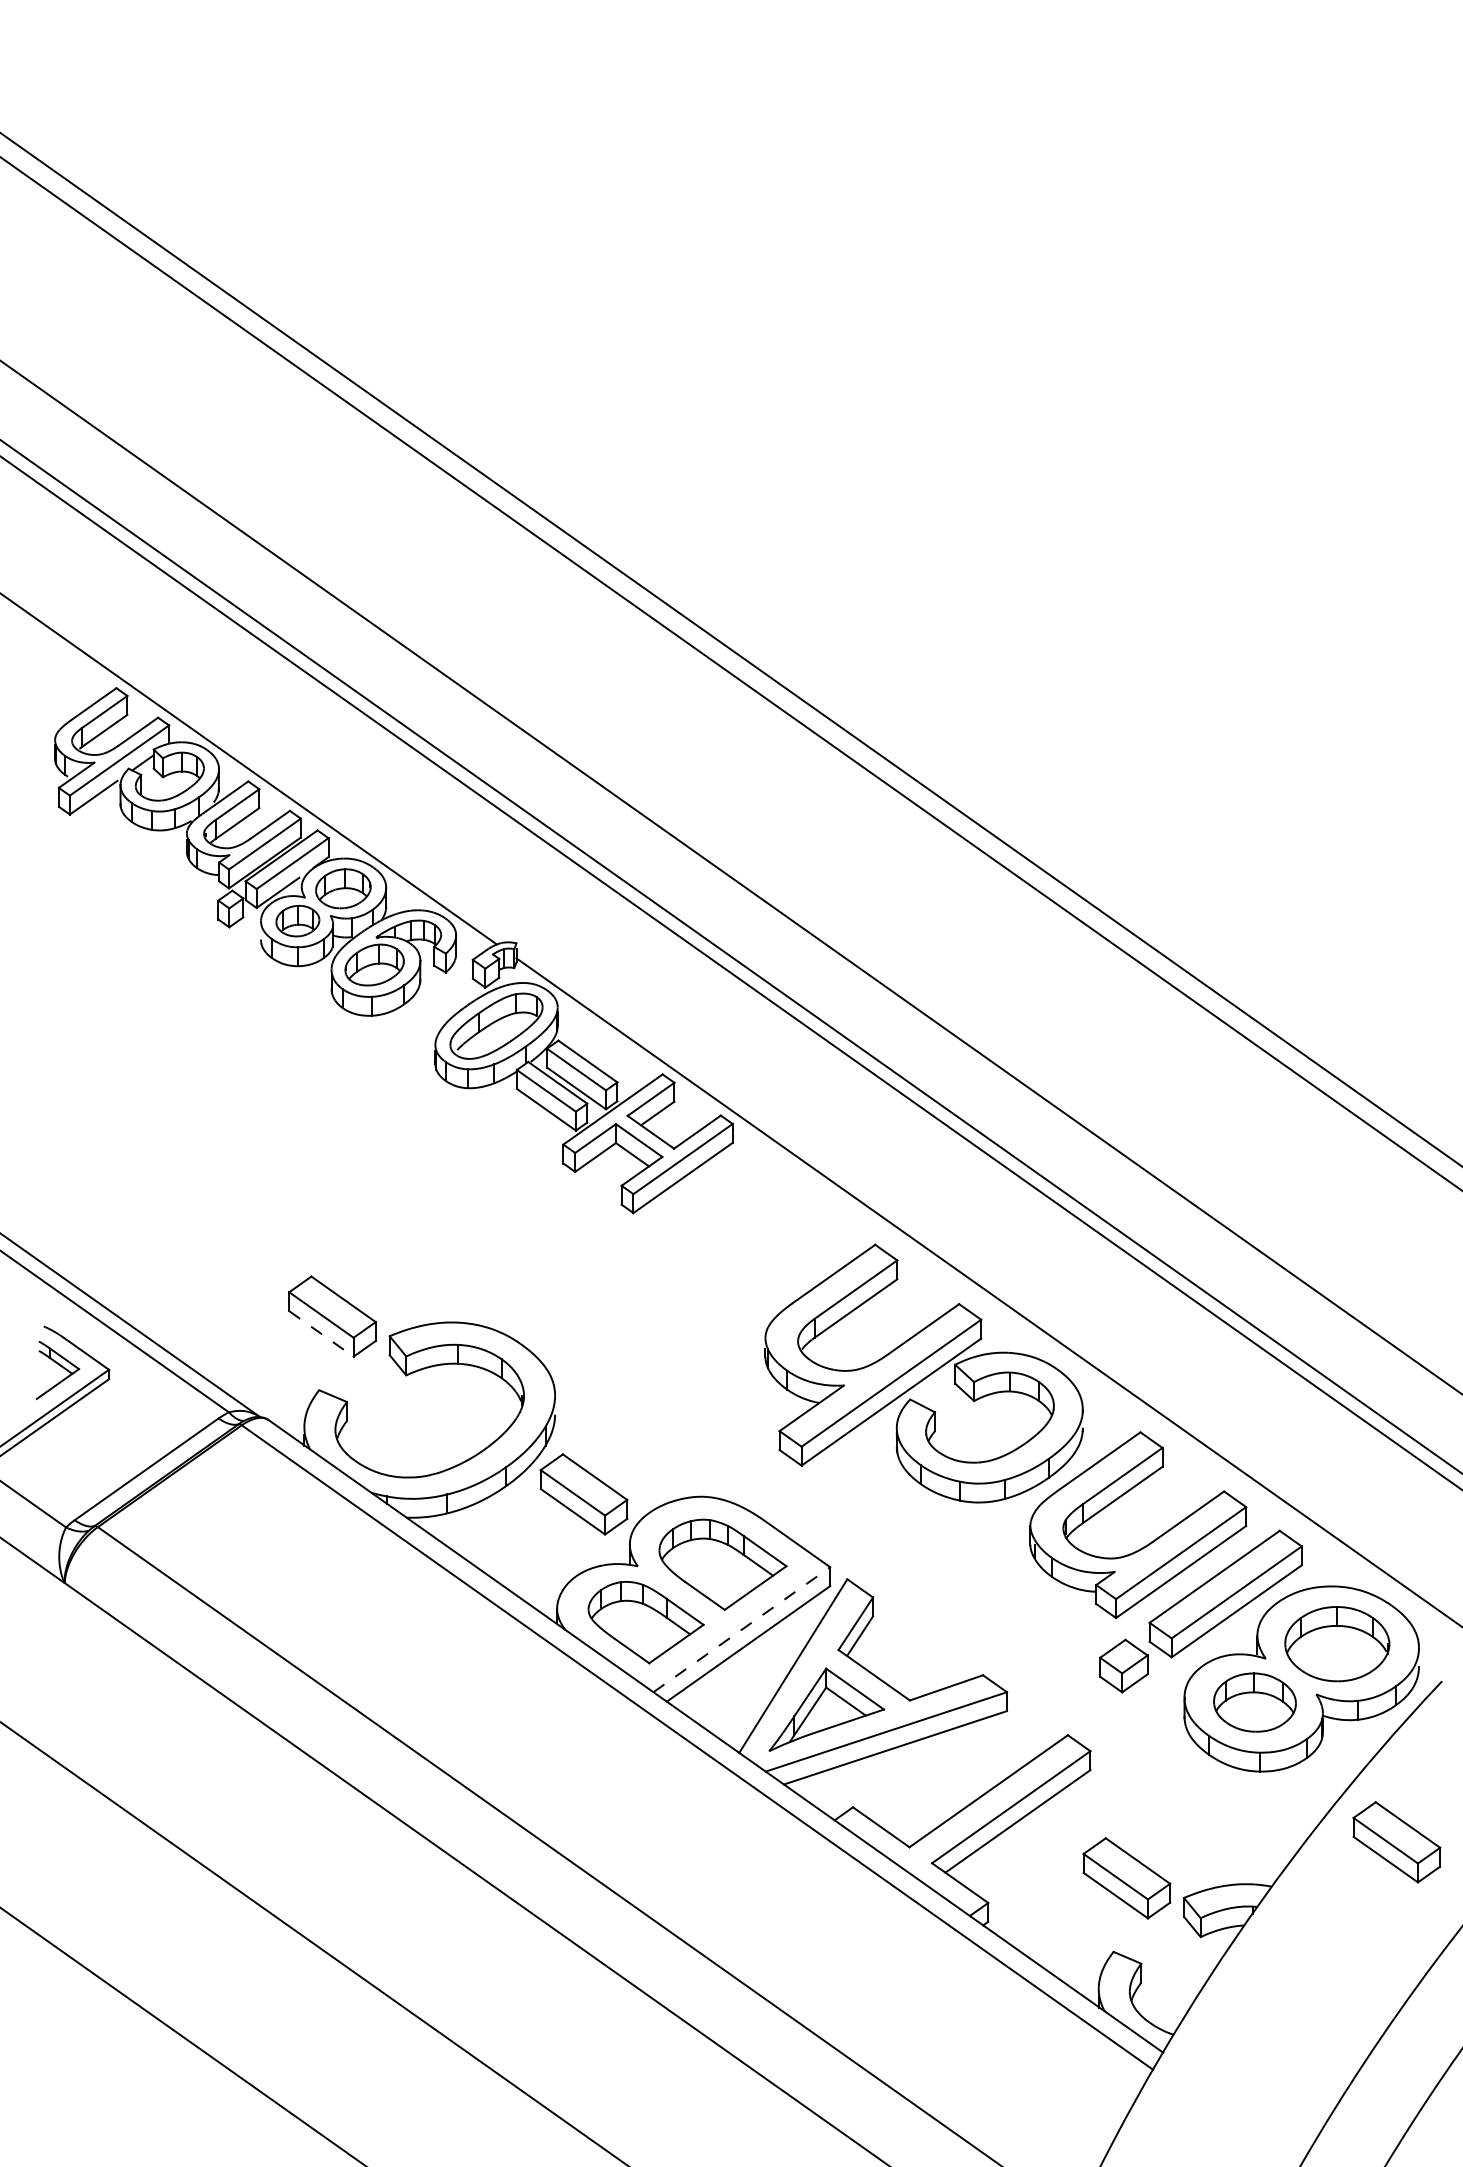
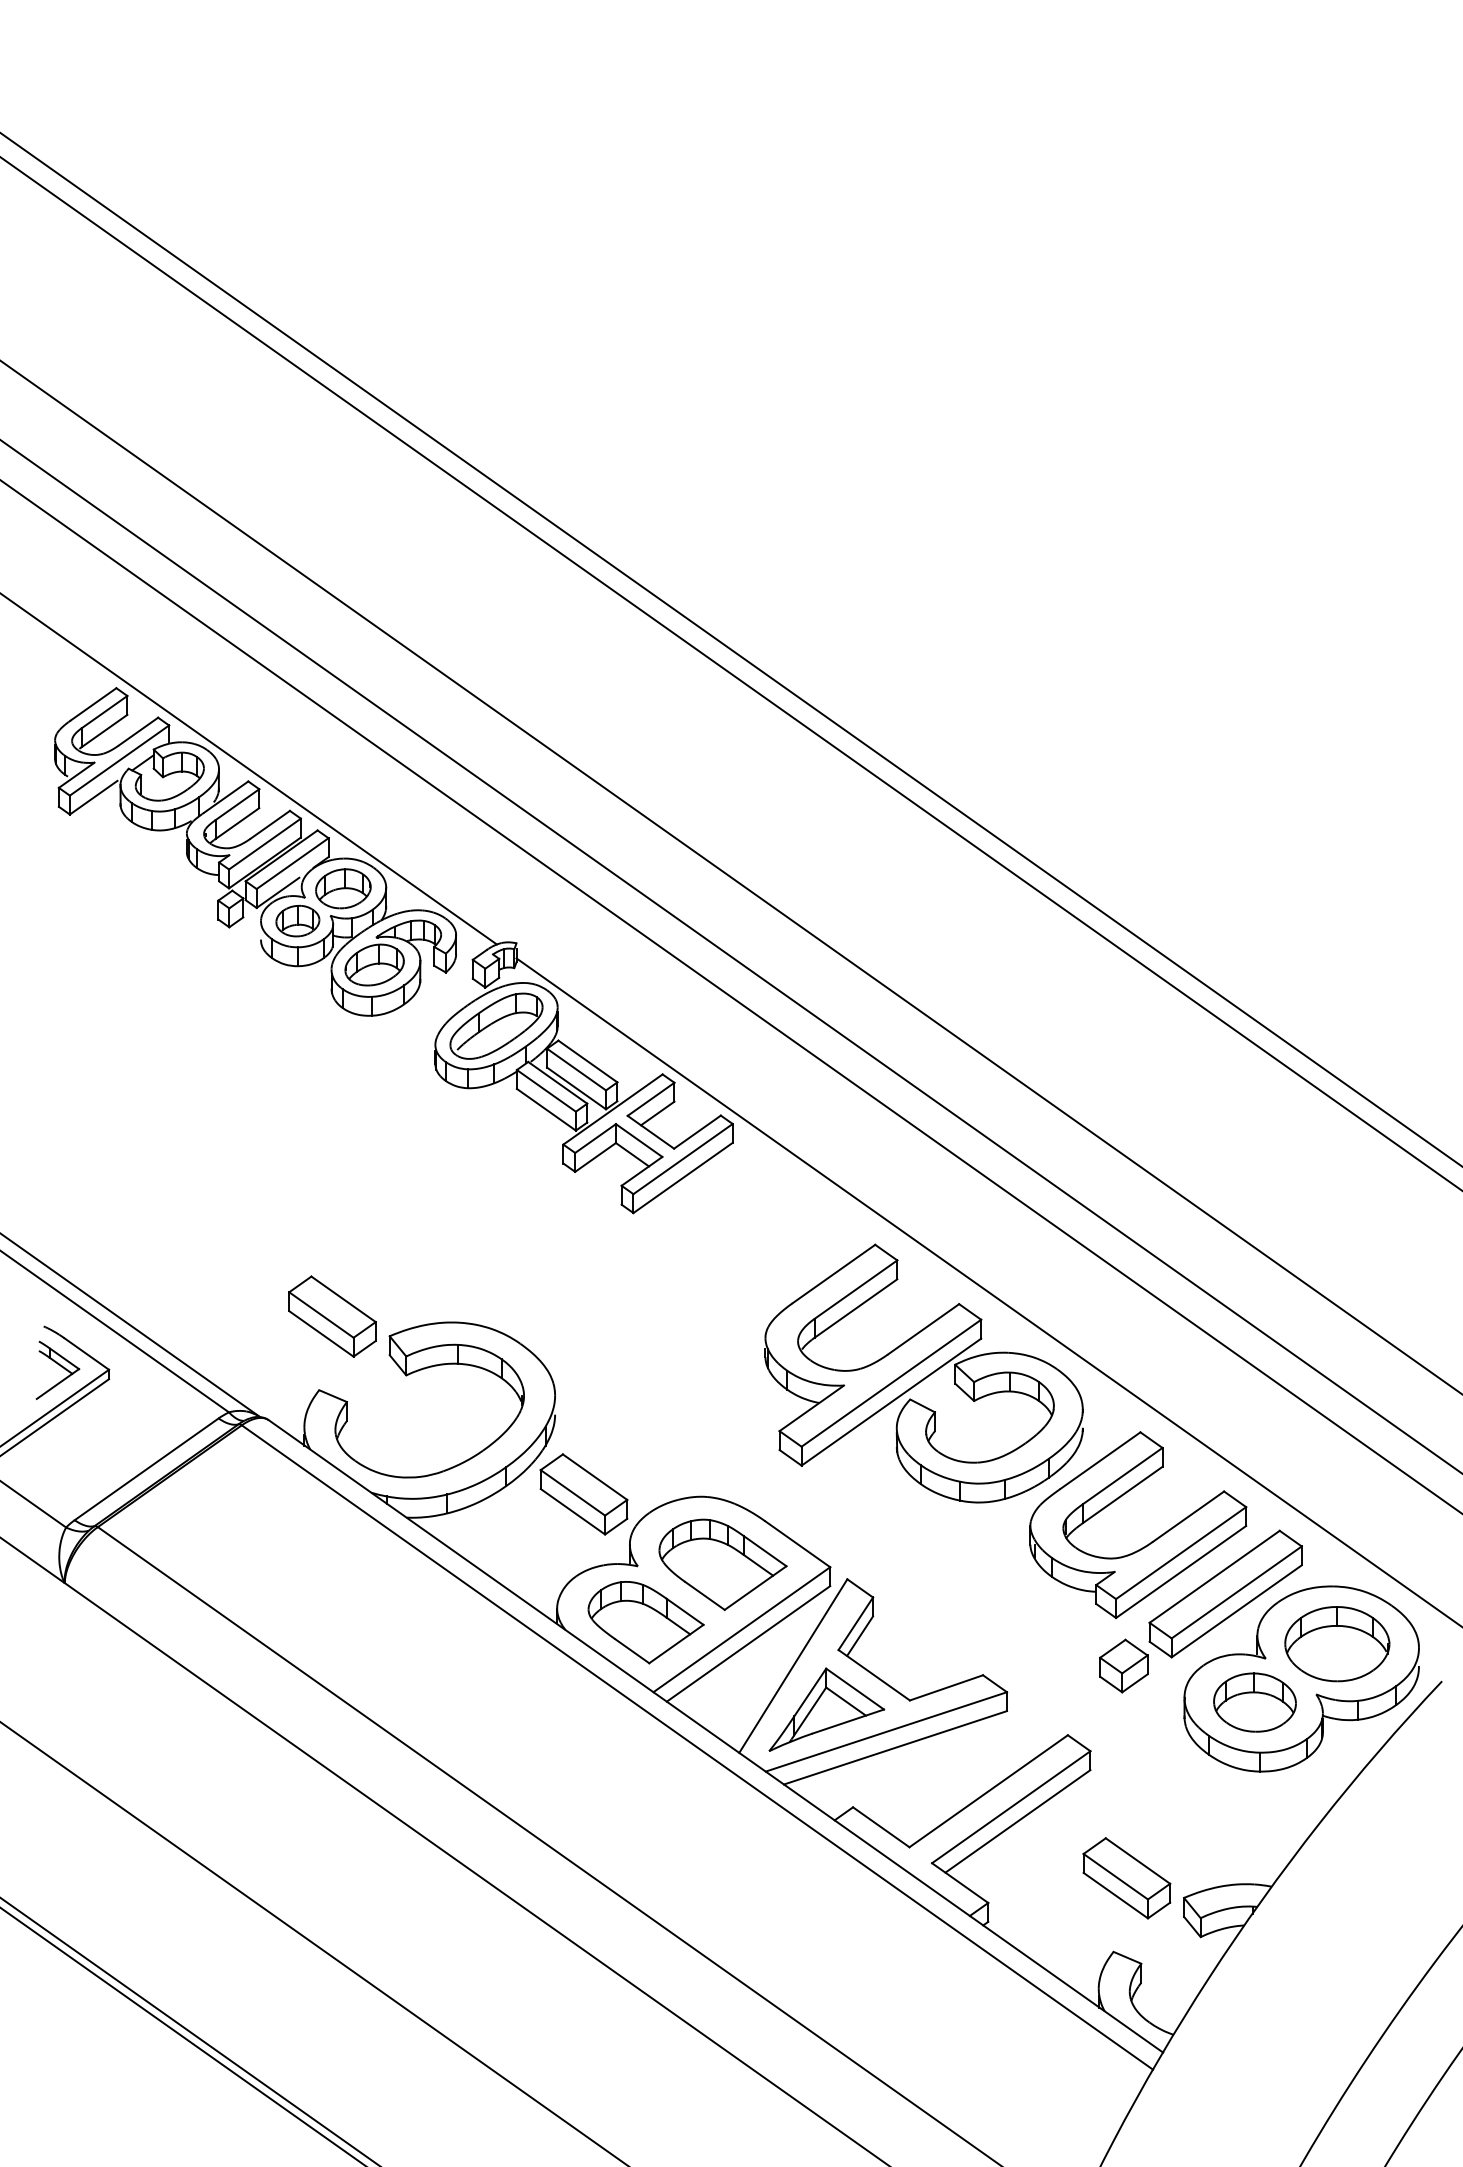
line at (730, 972) position: (730, 972) -> (730, 996)
line at (321, 1334): dashed -> solid
line at (742, 1629): dashed -> solid
part at (1396, 1842): present -> none
line at (189, 2031): none -> present
